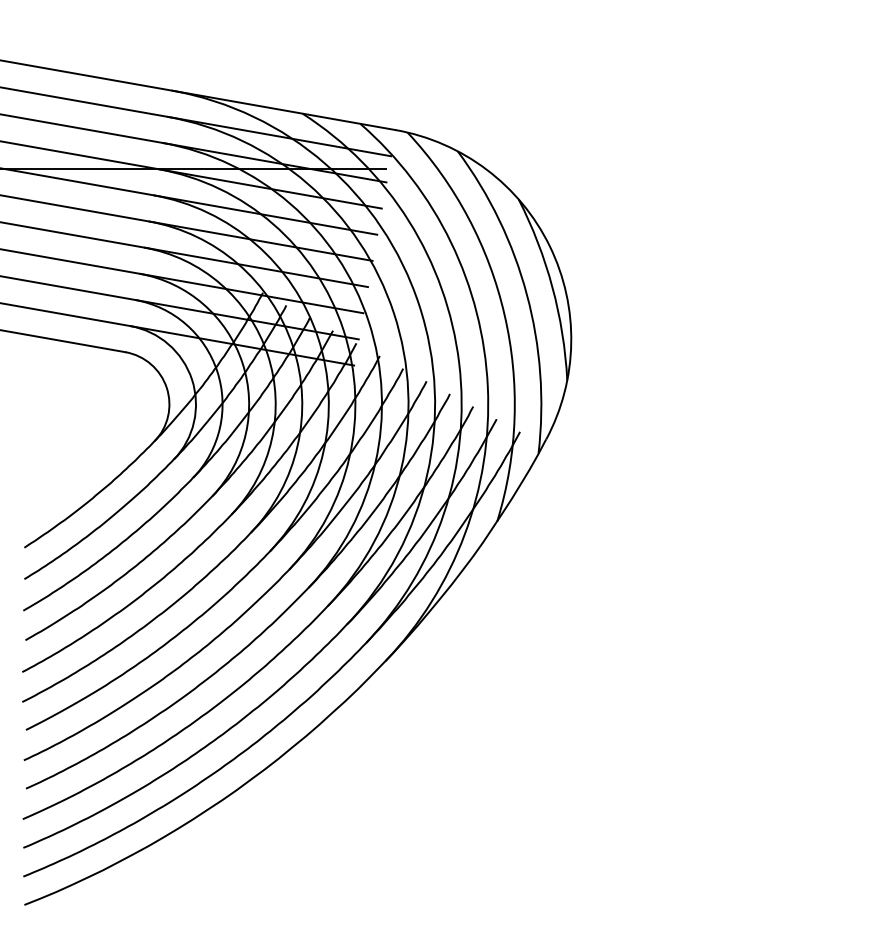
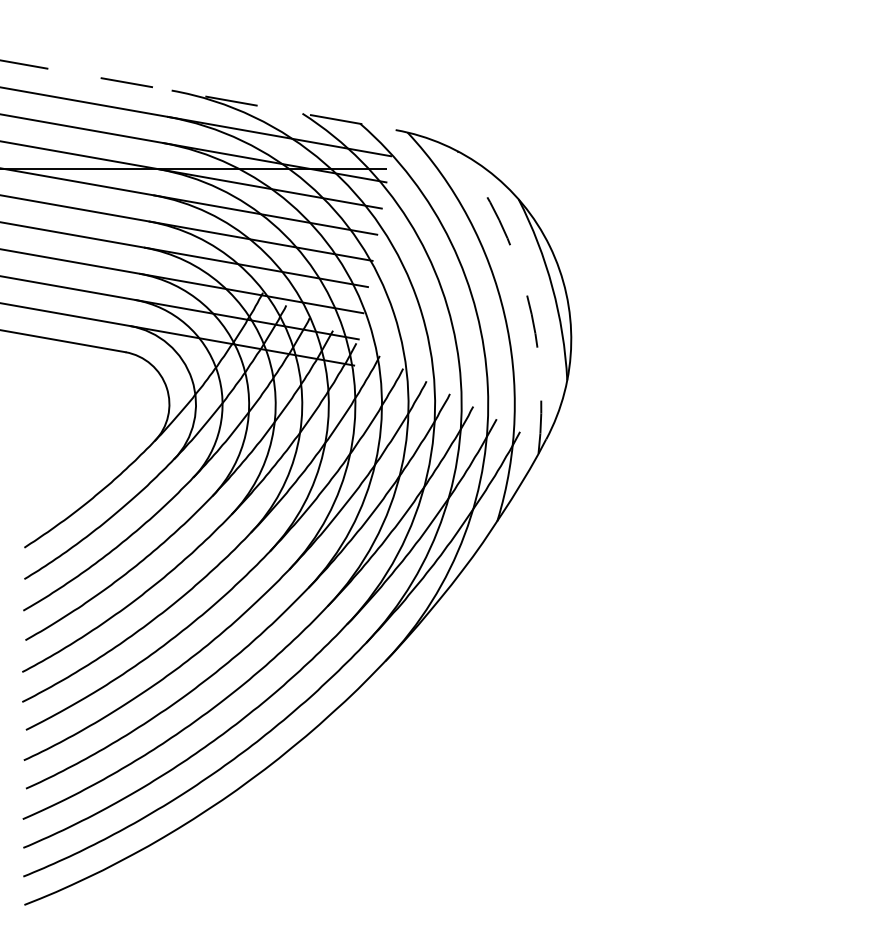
line at (198, 95): solid -> dashed
arc at (526, 294): solid -> dashed
